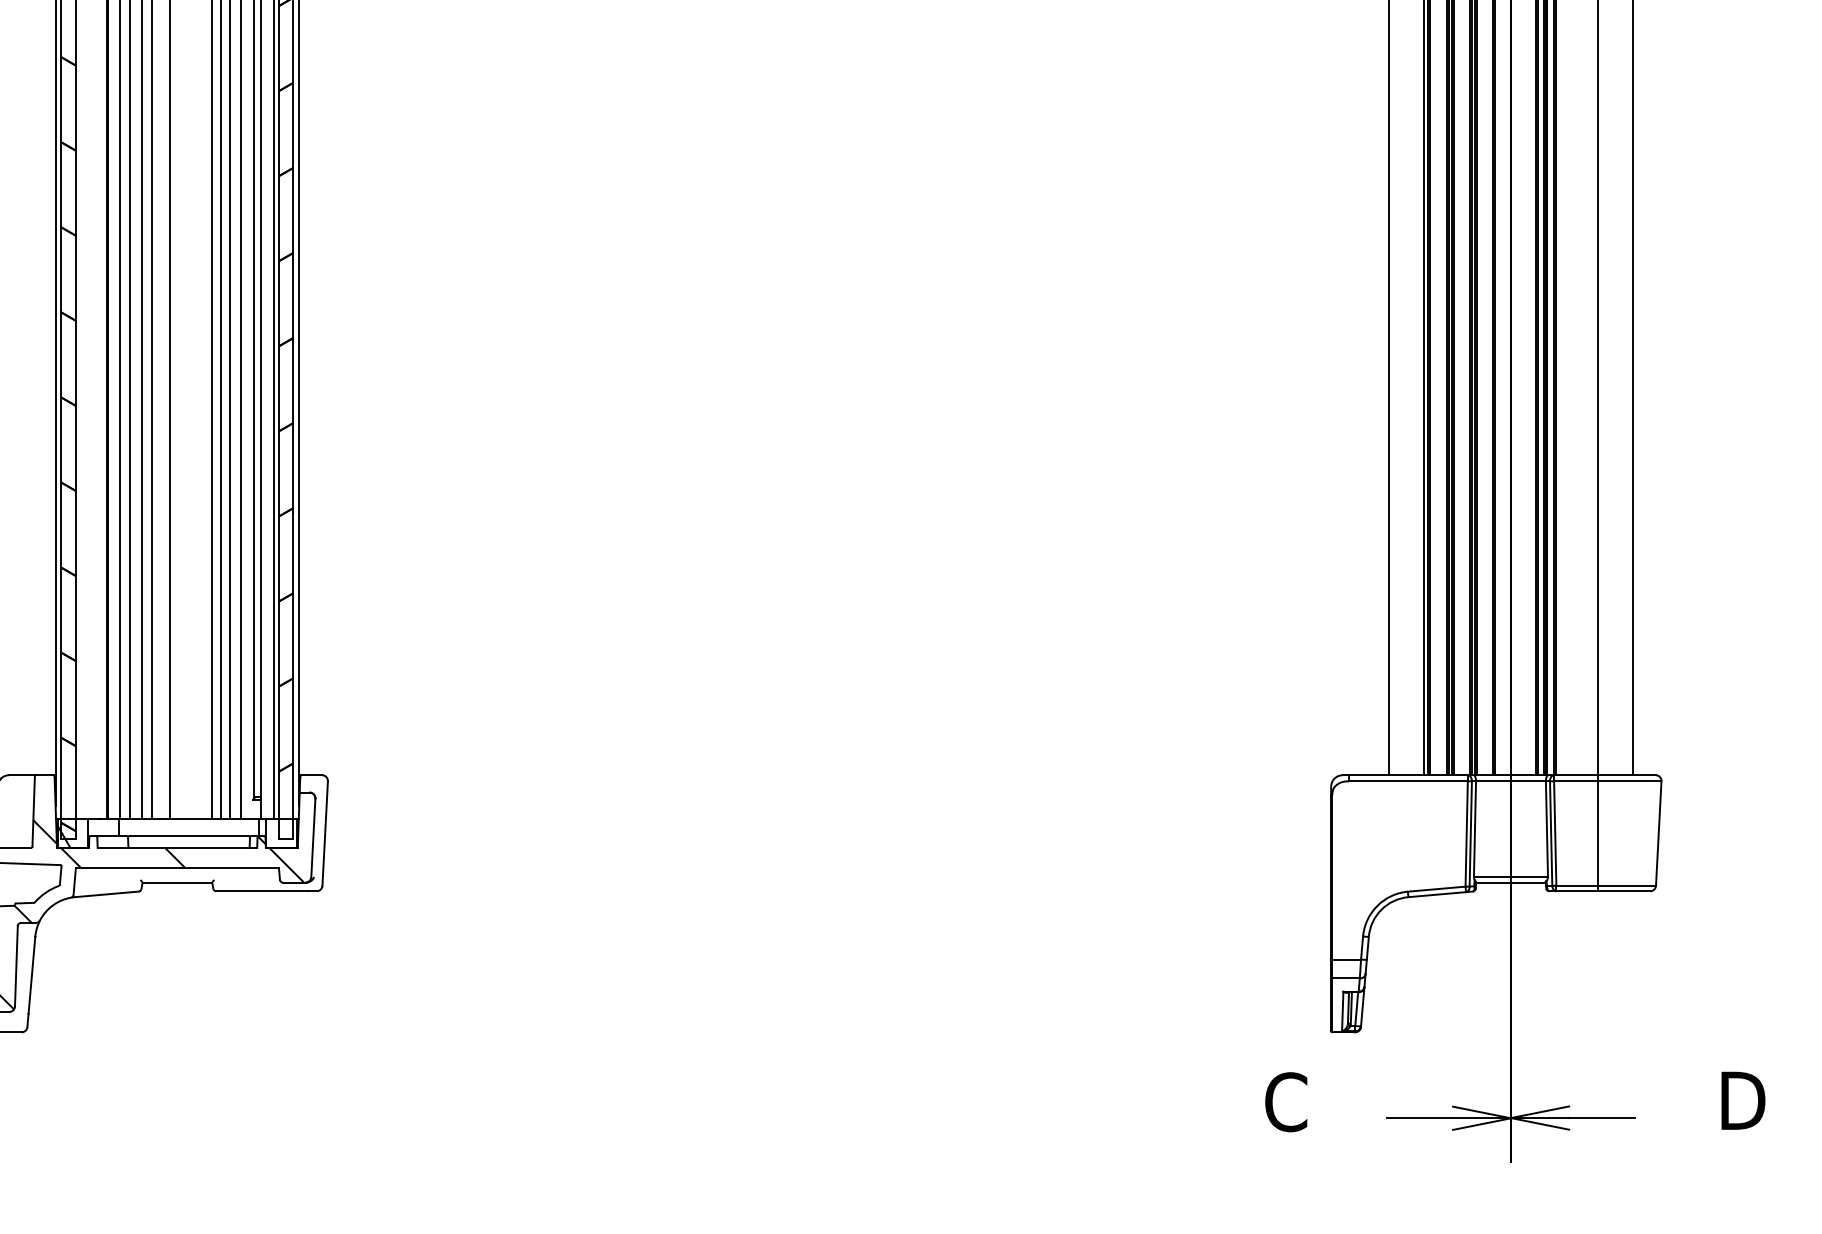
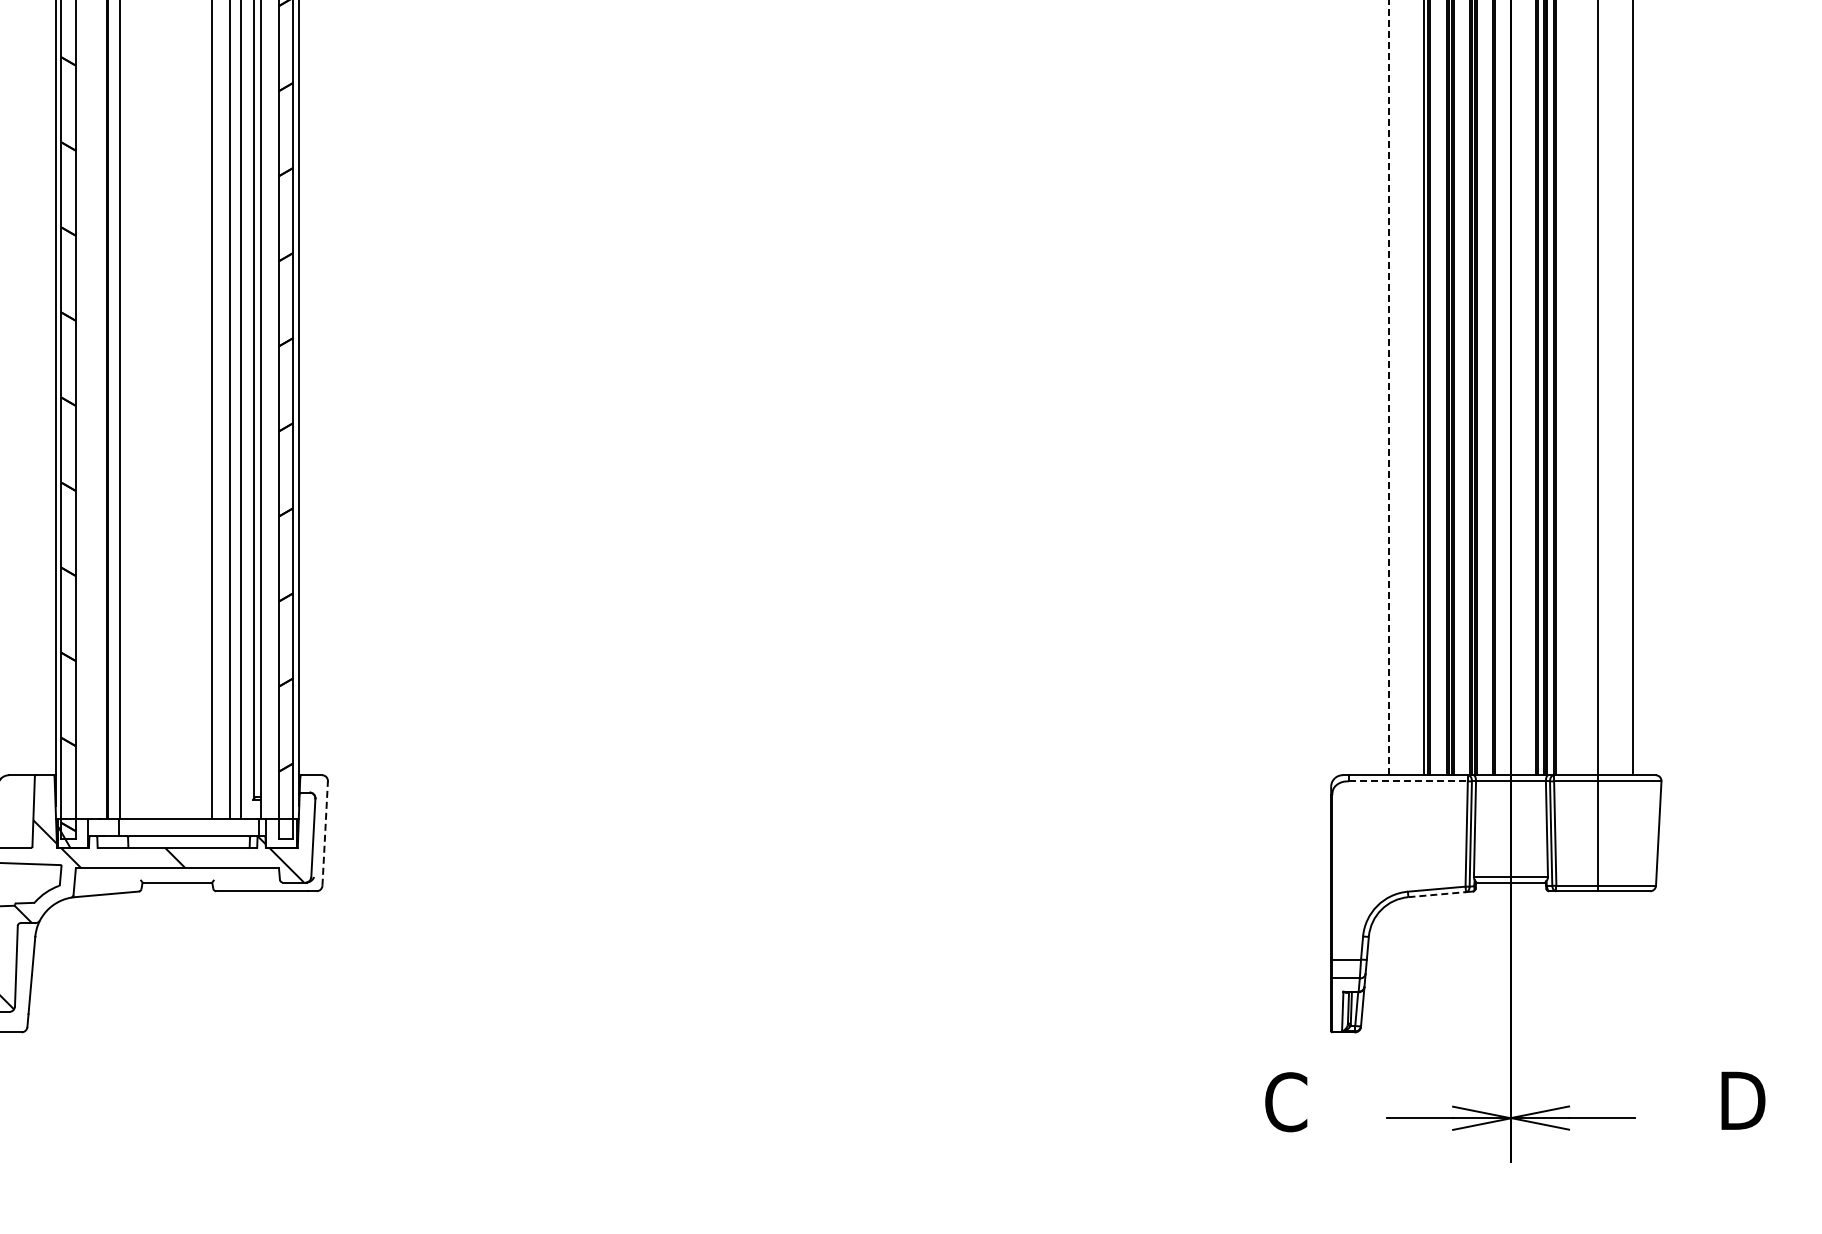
line at (1389, 387): solid -> dashed
line at (130, 410): present -> none
line at (142, 410): present -> none
line at (152, 410): present -> none
line at (169, 410): present -> none
line at (220, 410): present -> none
line at (274, 410): present -> none
line at (1408, 781): solid -> dashed
line at (325, 833): solid -> dashed
line at (1437, 894): solid -> dashed
